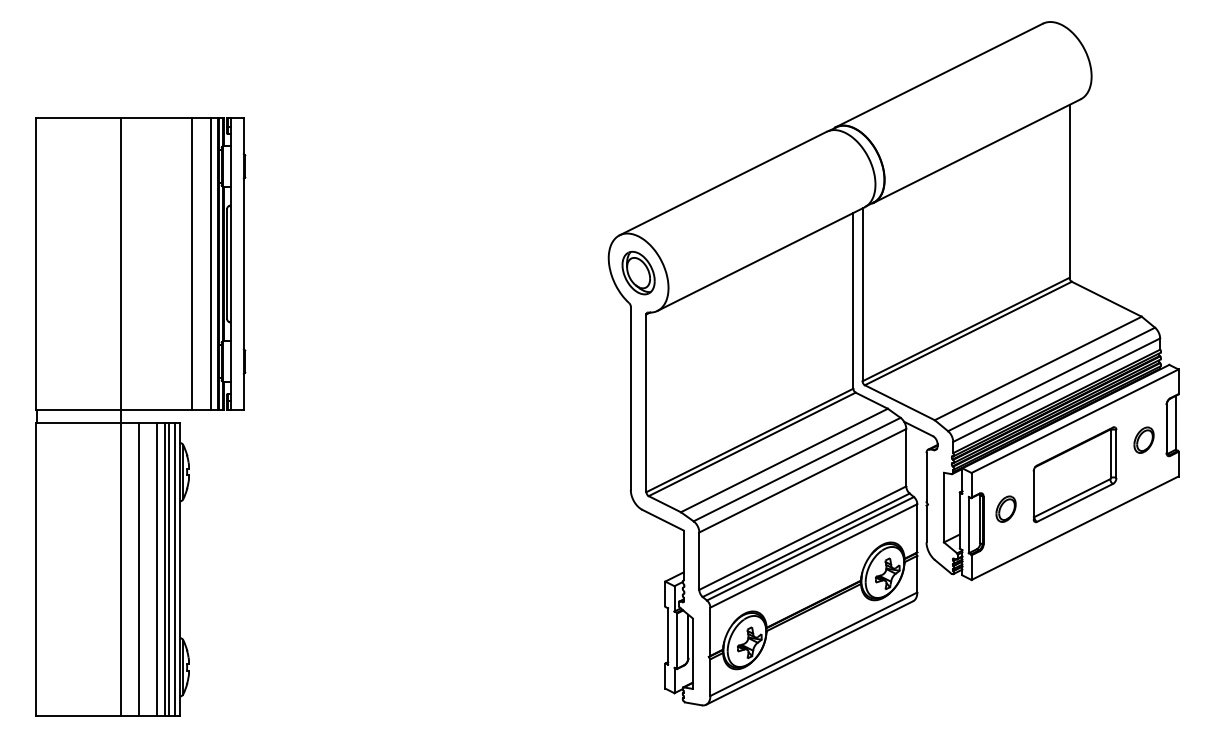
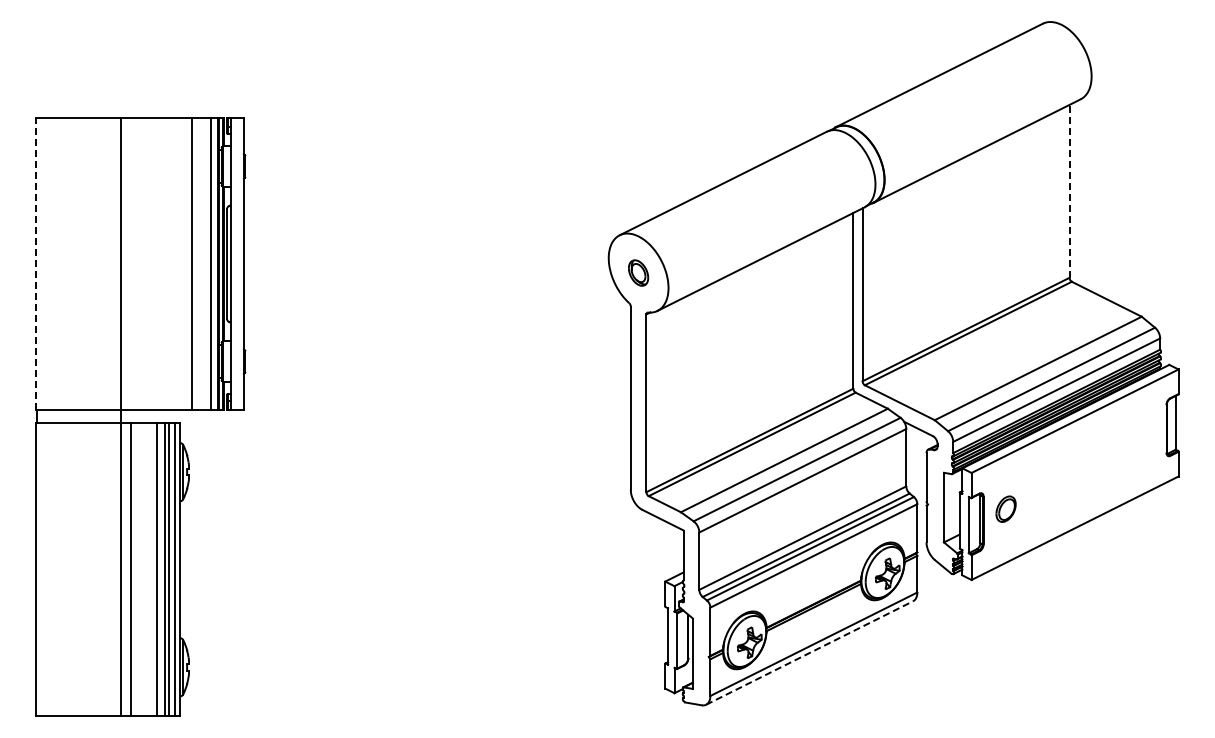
line at (1069, 190): solid -> dashed
line at (36, 263): solid -> dashed
part at (638, 272) size: 35x46 px -> 22x28 px
part at (1143, 439): present -> none
part at (1074, 474): present -> none
line at (138, 569) position: (138, 569) -> (130, 569)
line at (809, 653): solid -> dashed
